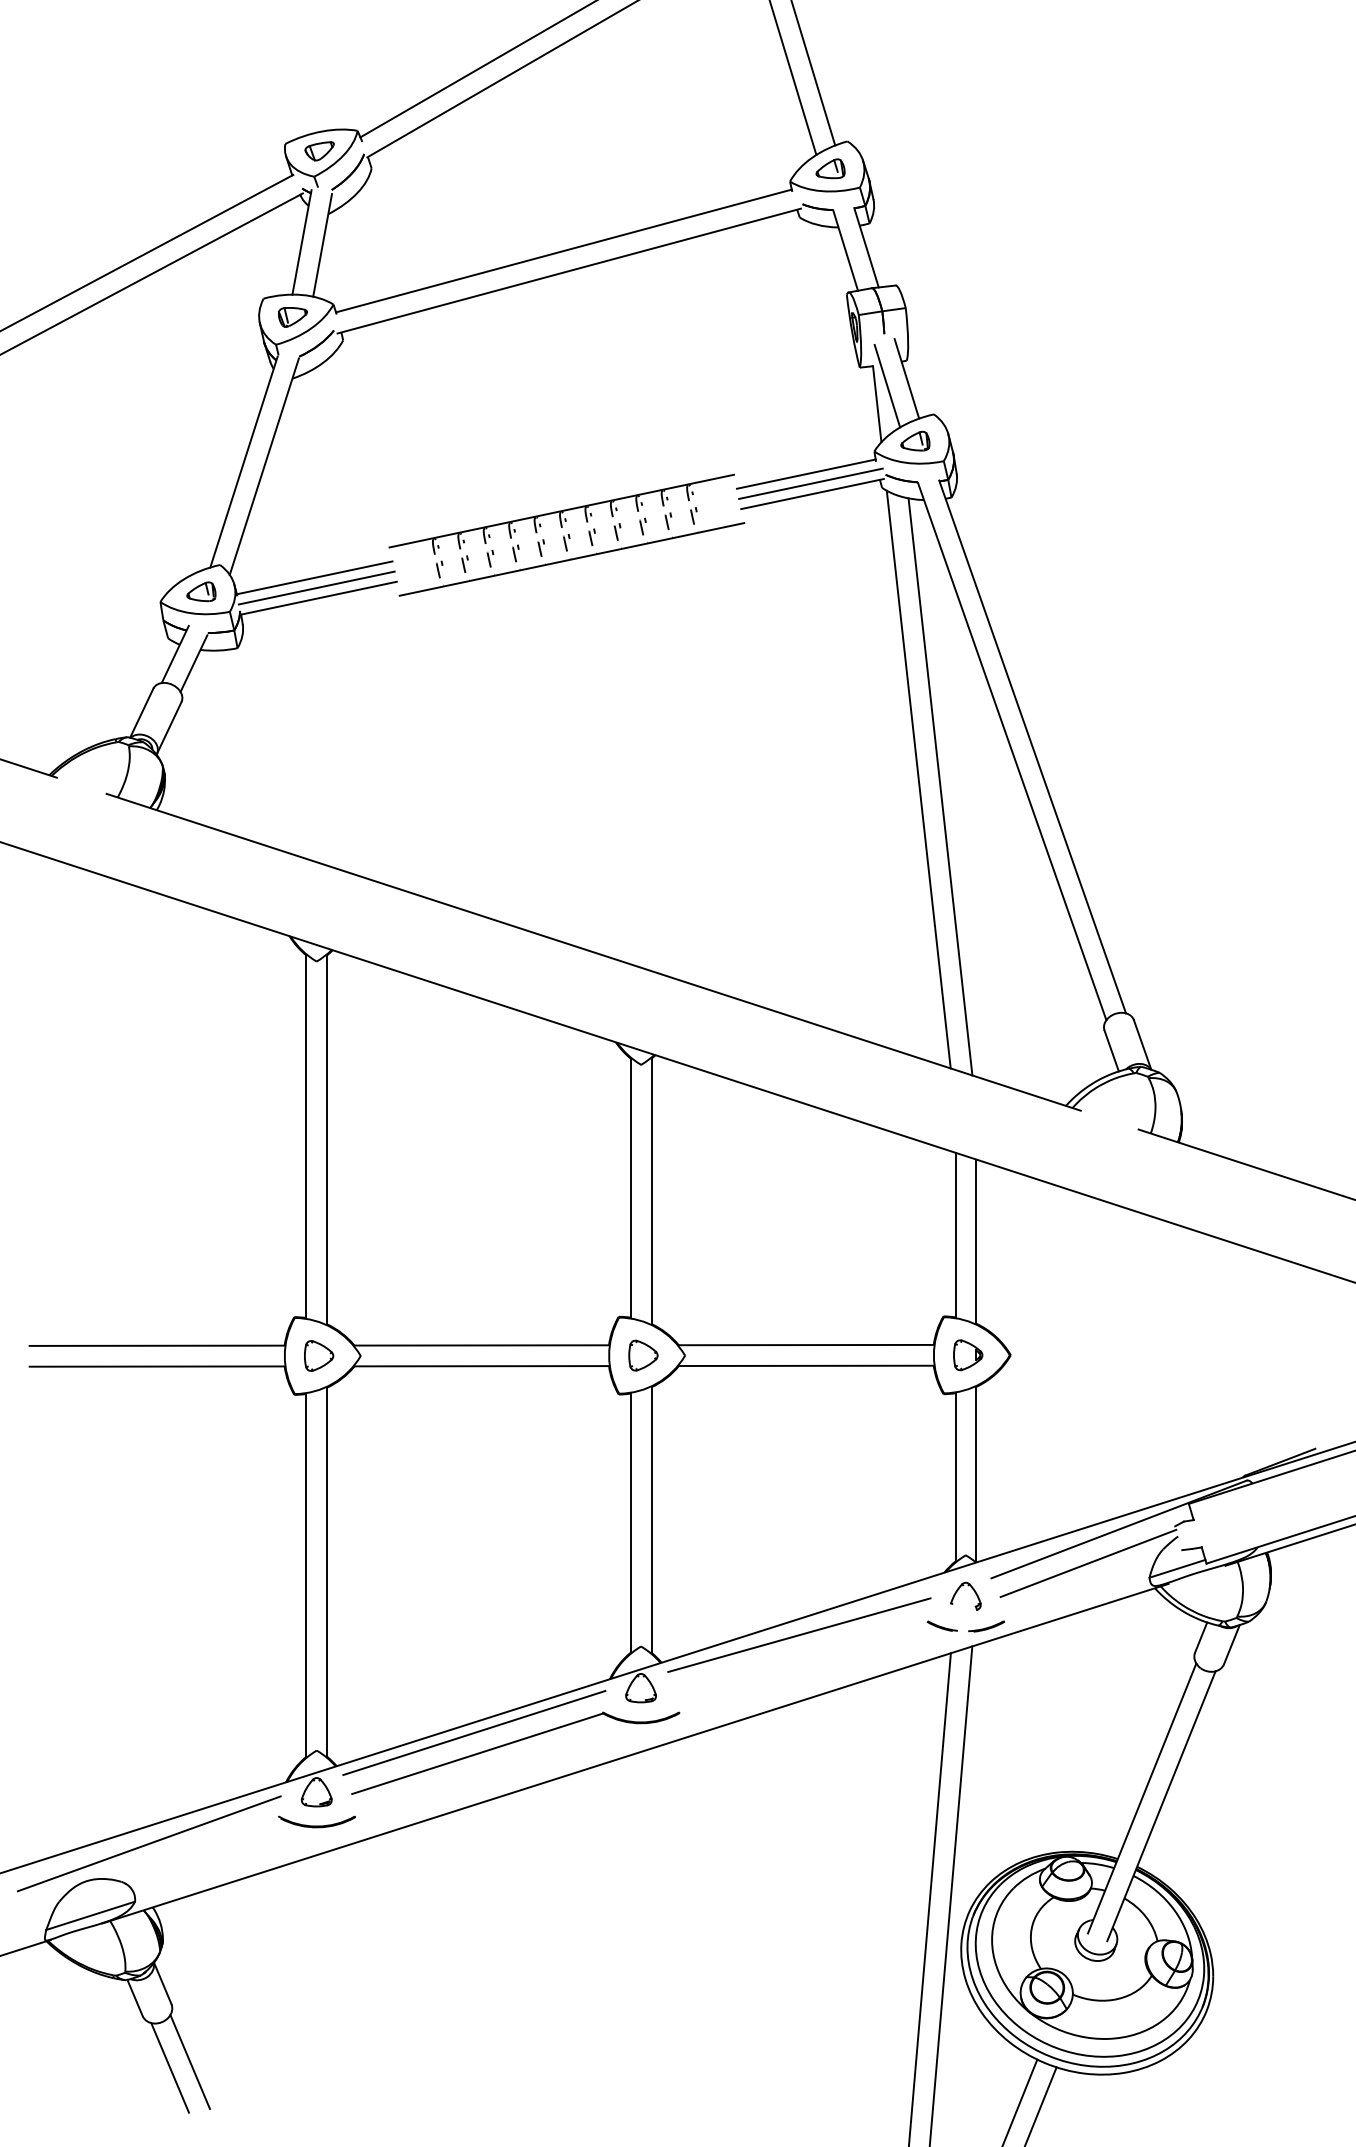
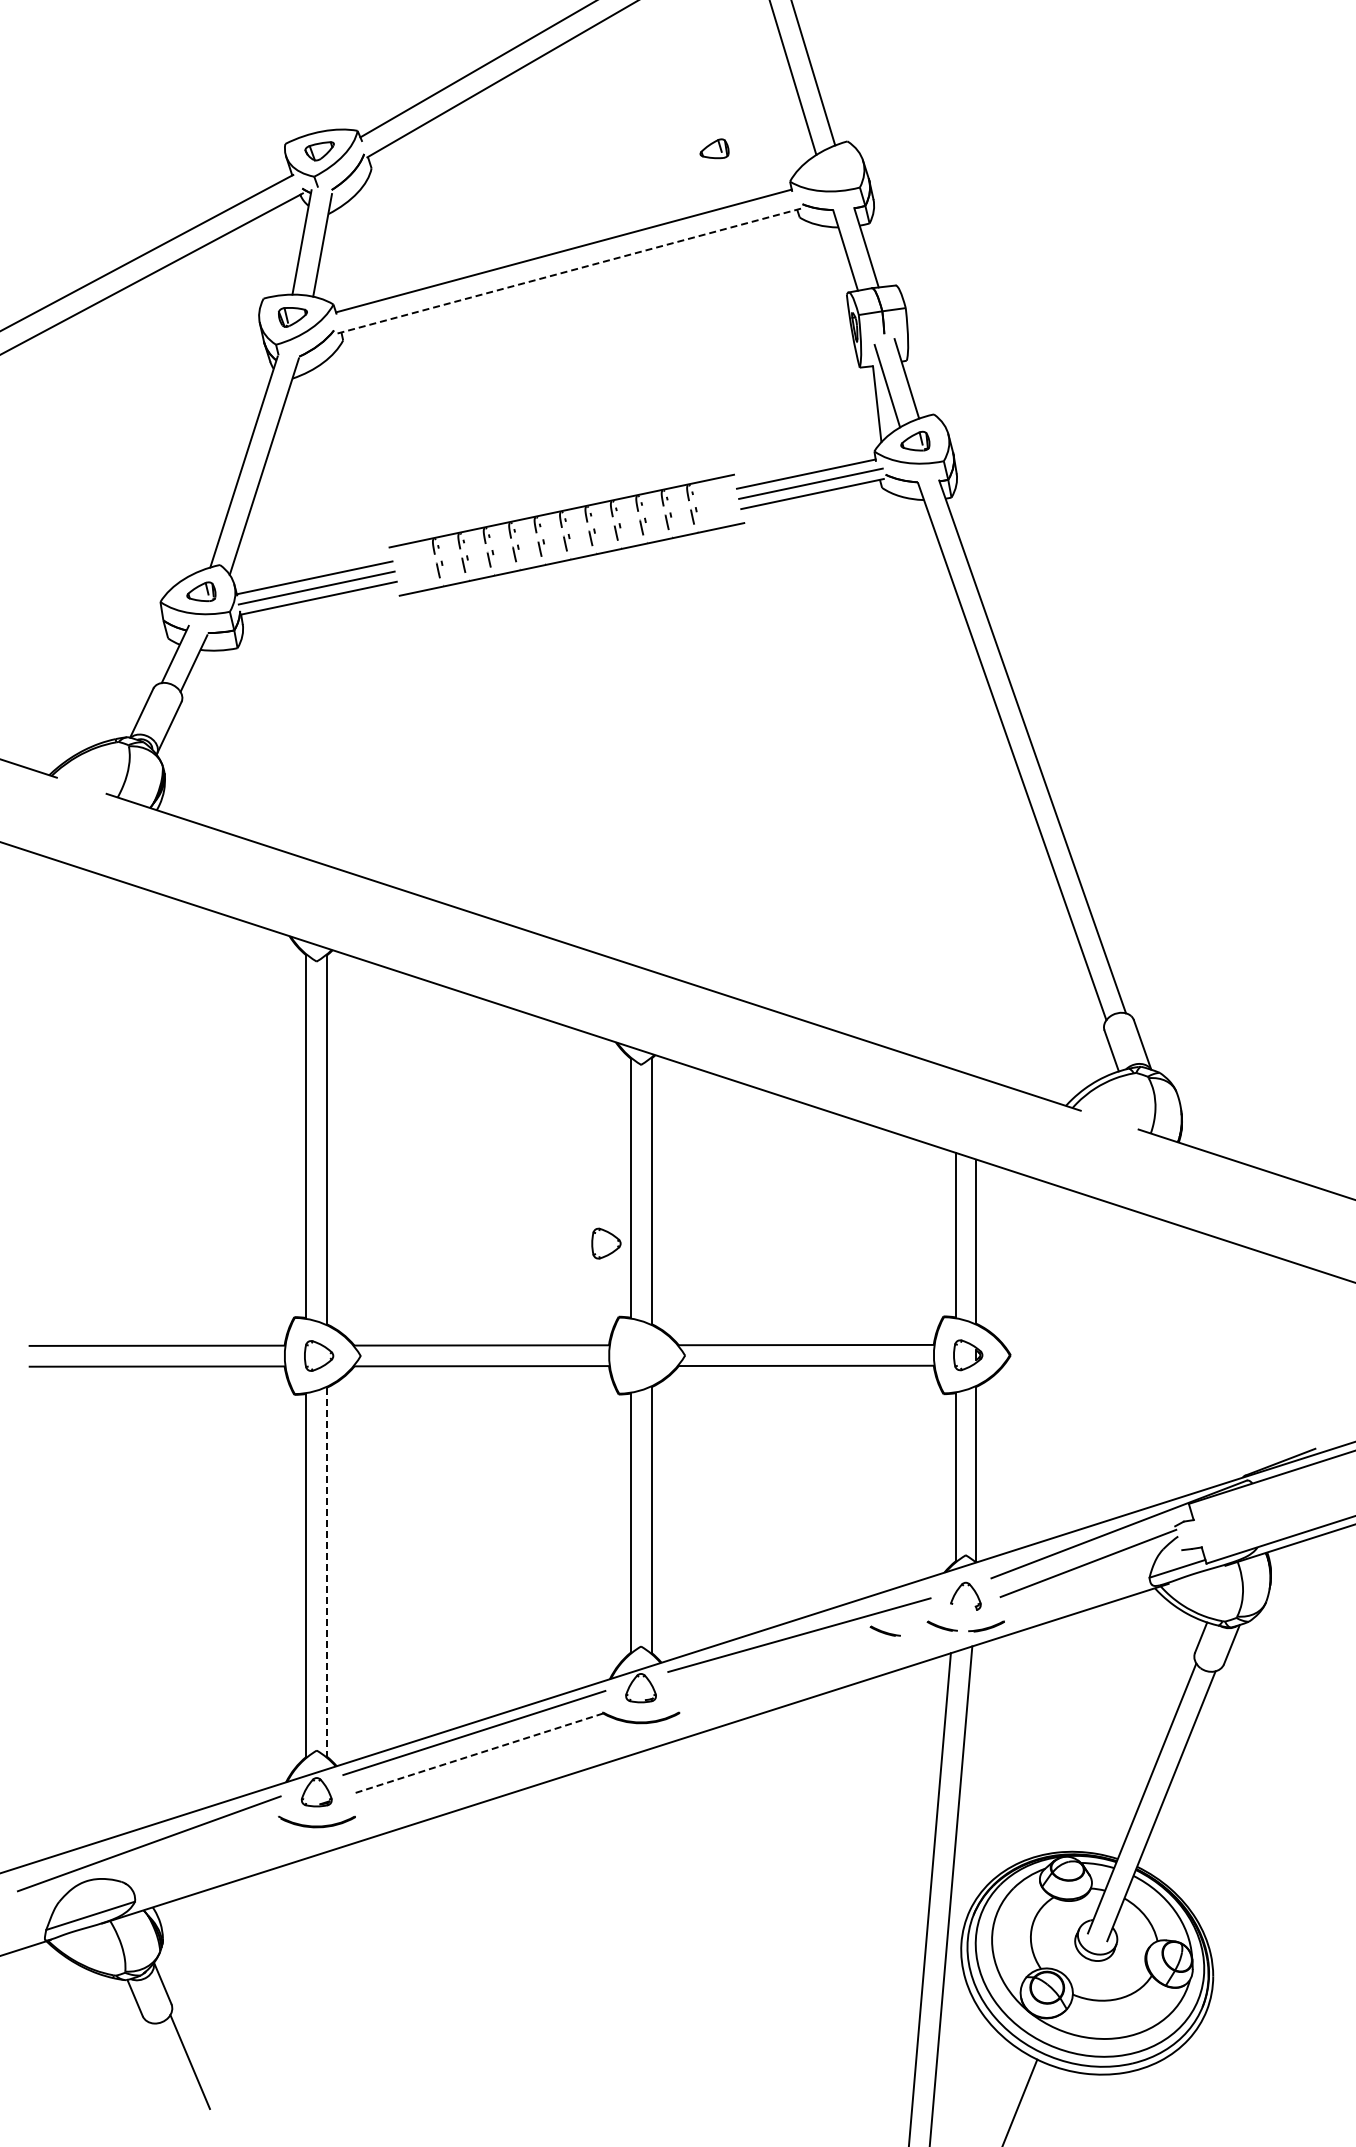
part at (830, 168) position: (830, 168) -> (714, 148)
line at (569, 271): solid -> dashed
line at (918, 779): present -> none
line at (940, 786): present -> none
part at (643, 1355) position: (643, 1355) -> (606, 1243)
line at (327, 1572): solid -> dashed
part at (884, 1630): none -> present
line at (477, 1753): solid -> dashed
line at (169, 2067): present -> none
line at (1040, 2105): present -> none
